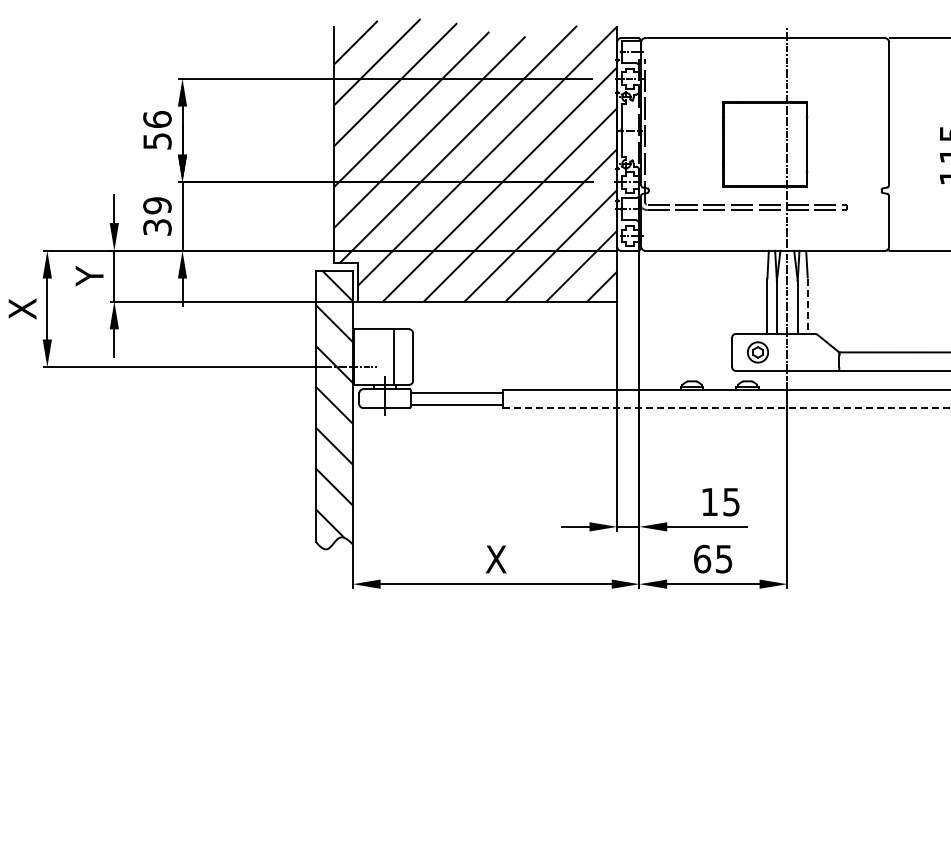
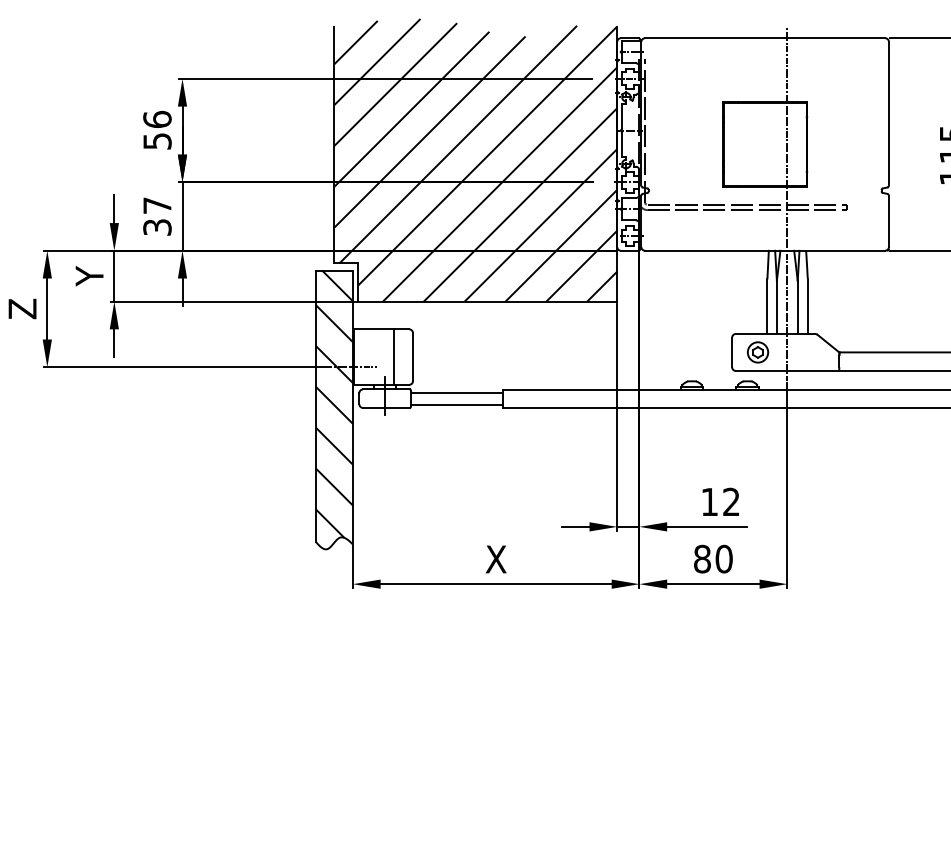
text at (157, 205): 39 -> 37
line at (807, 306): dashed -> solid
text at (22, 308): X -> Z
line at (726, 408): dashed -> solid
text at (731, 501): 15 -> 12
text at (713, 558): 65 -> 80
